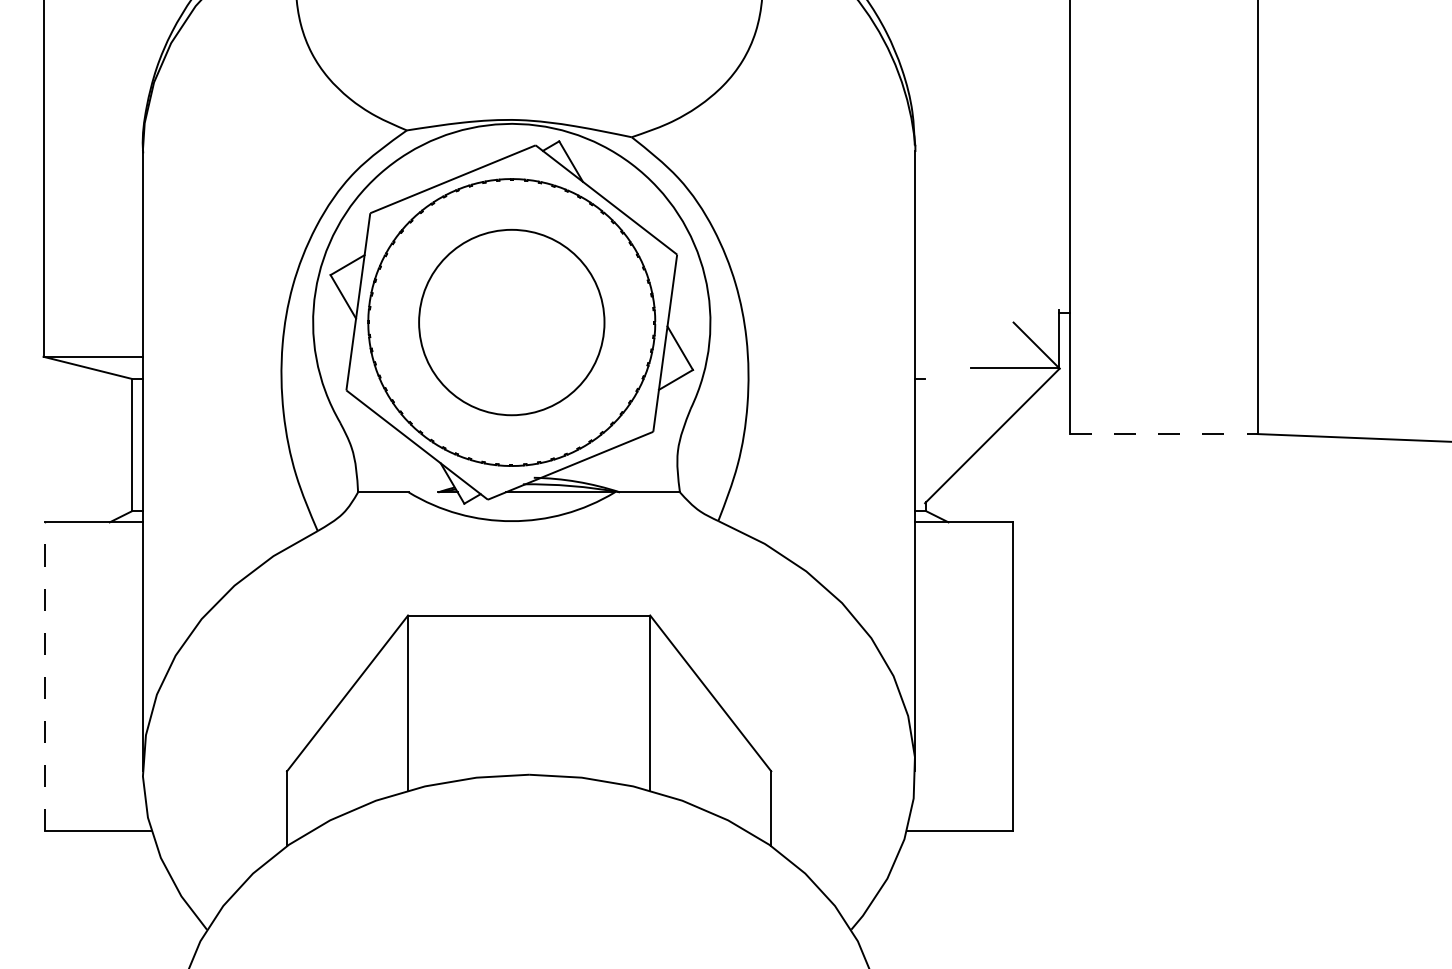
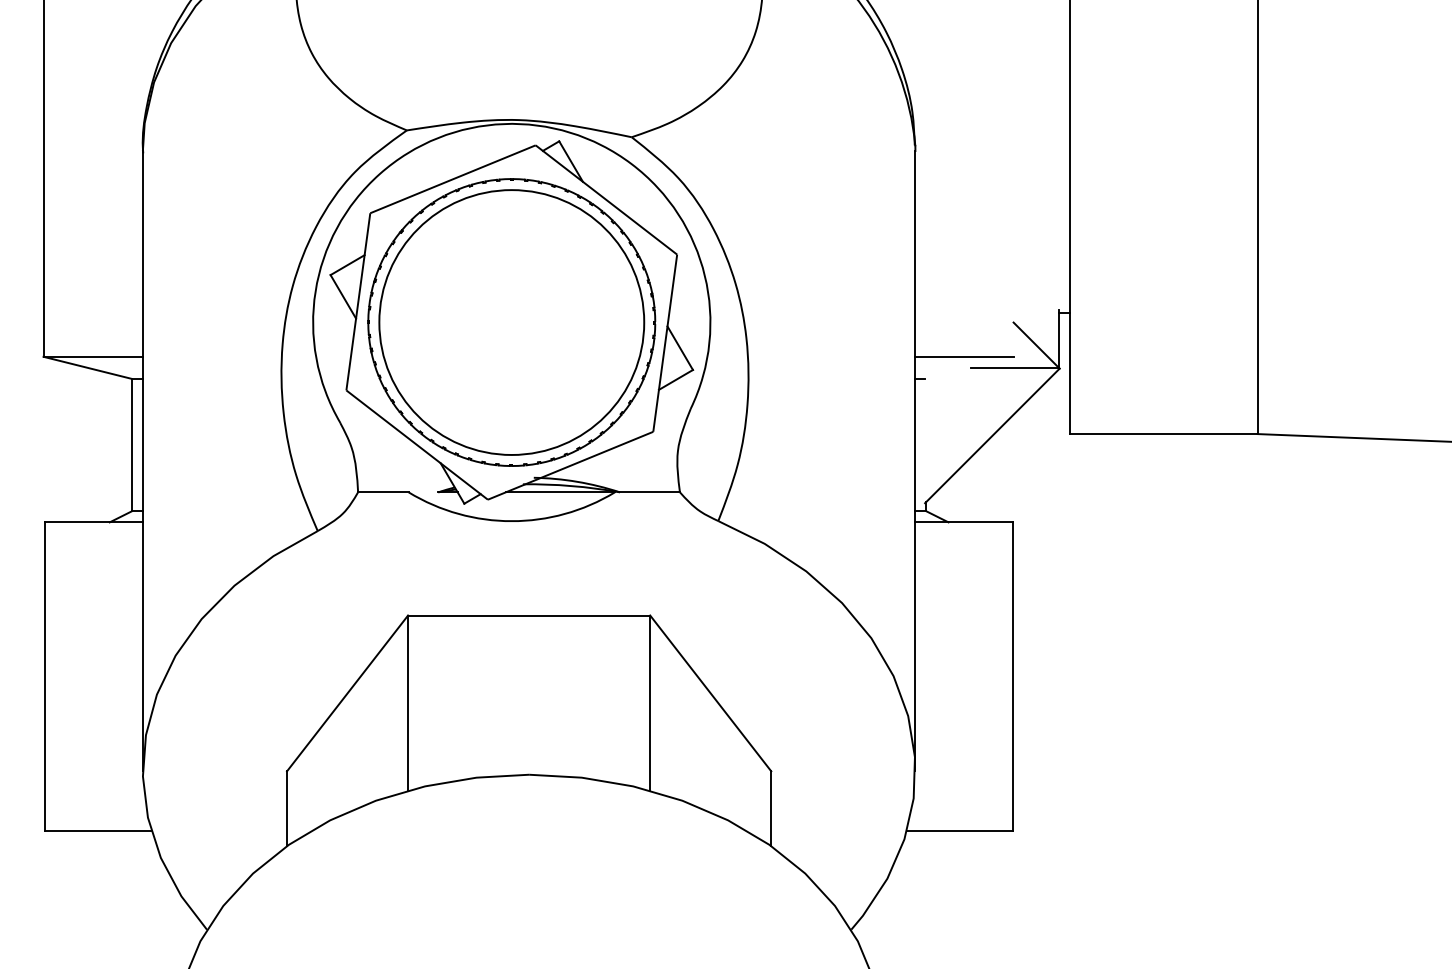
circle at (511, 322) diameter: 185 px -> 265 px
line at (964, 356): none -> present
line at (1163, 434): dashed -> solid
line at (44, 676): dashed -> solid
